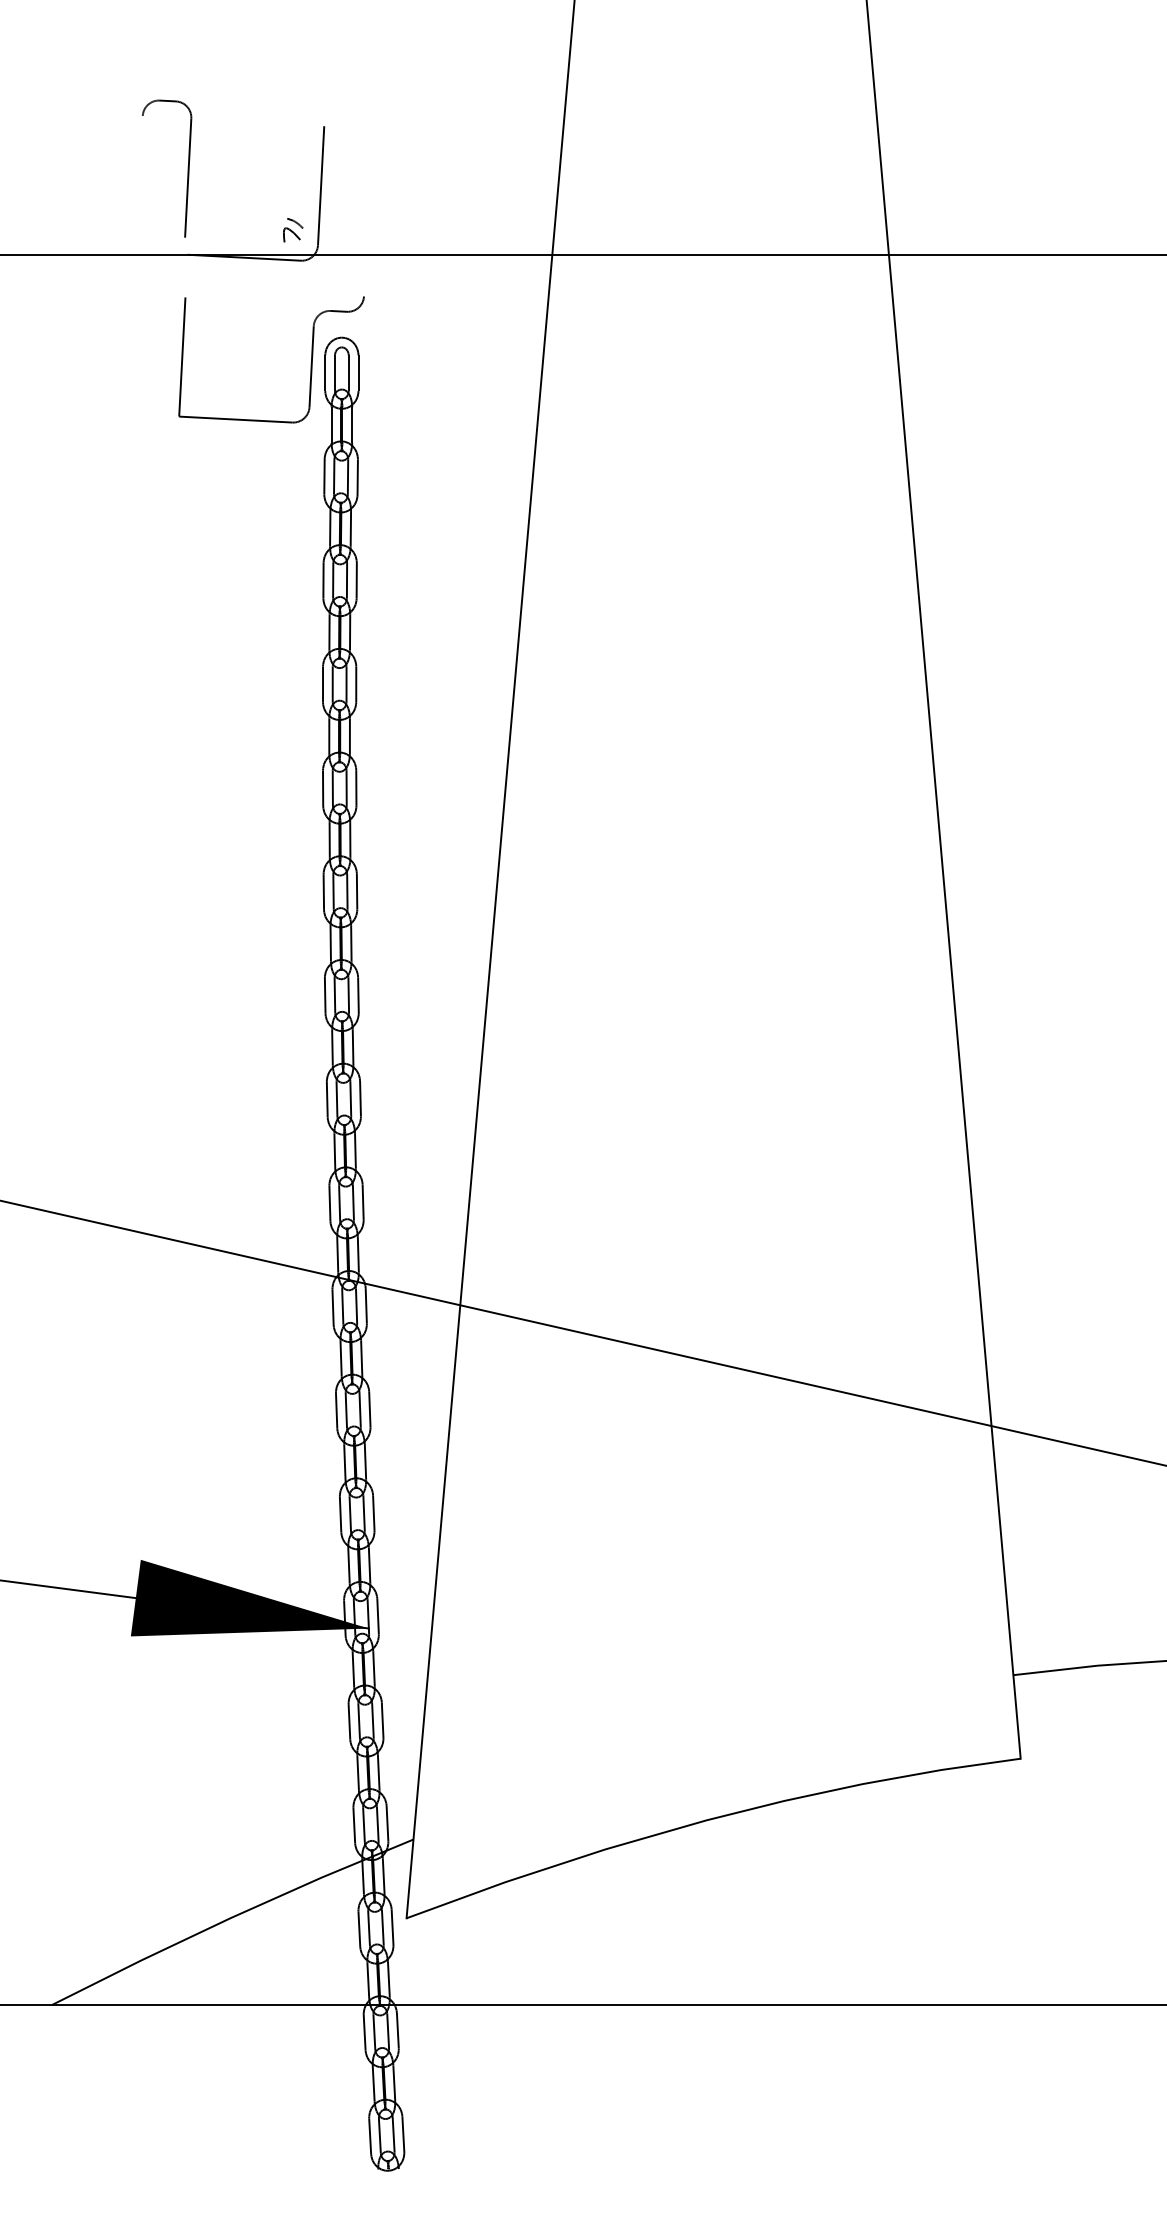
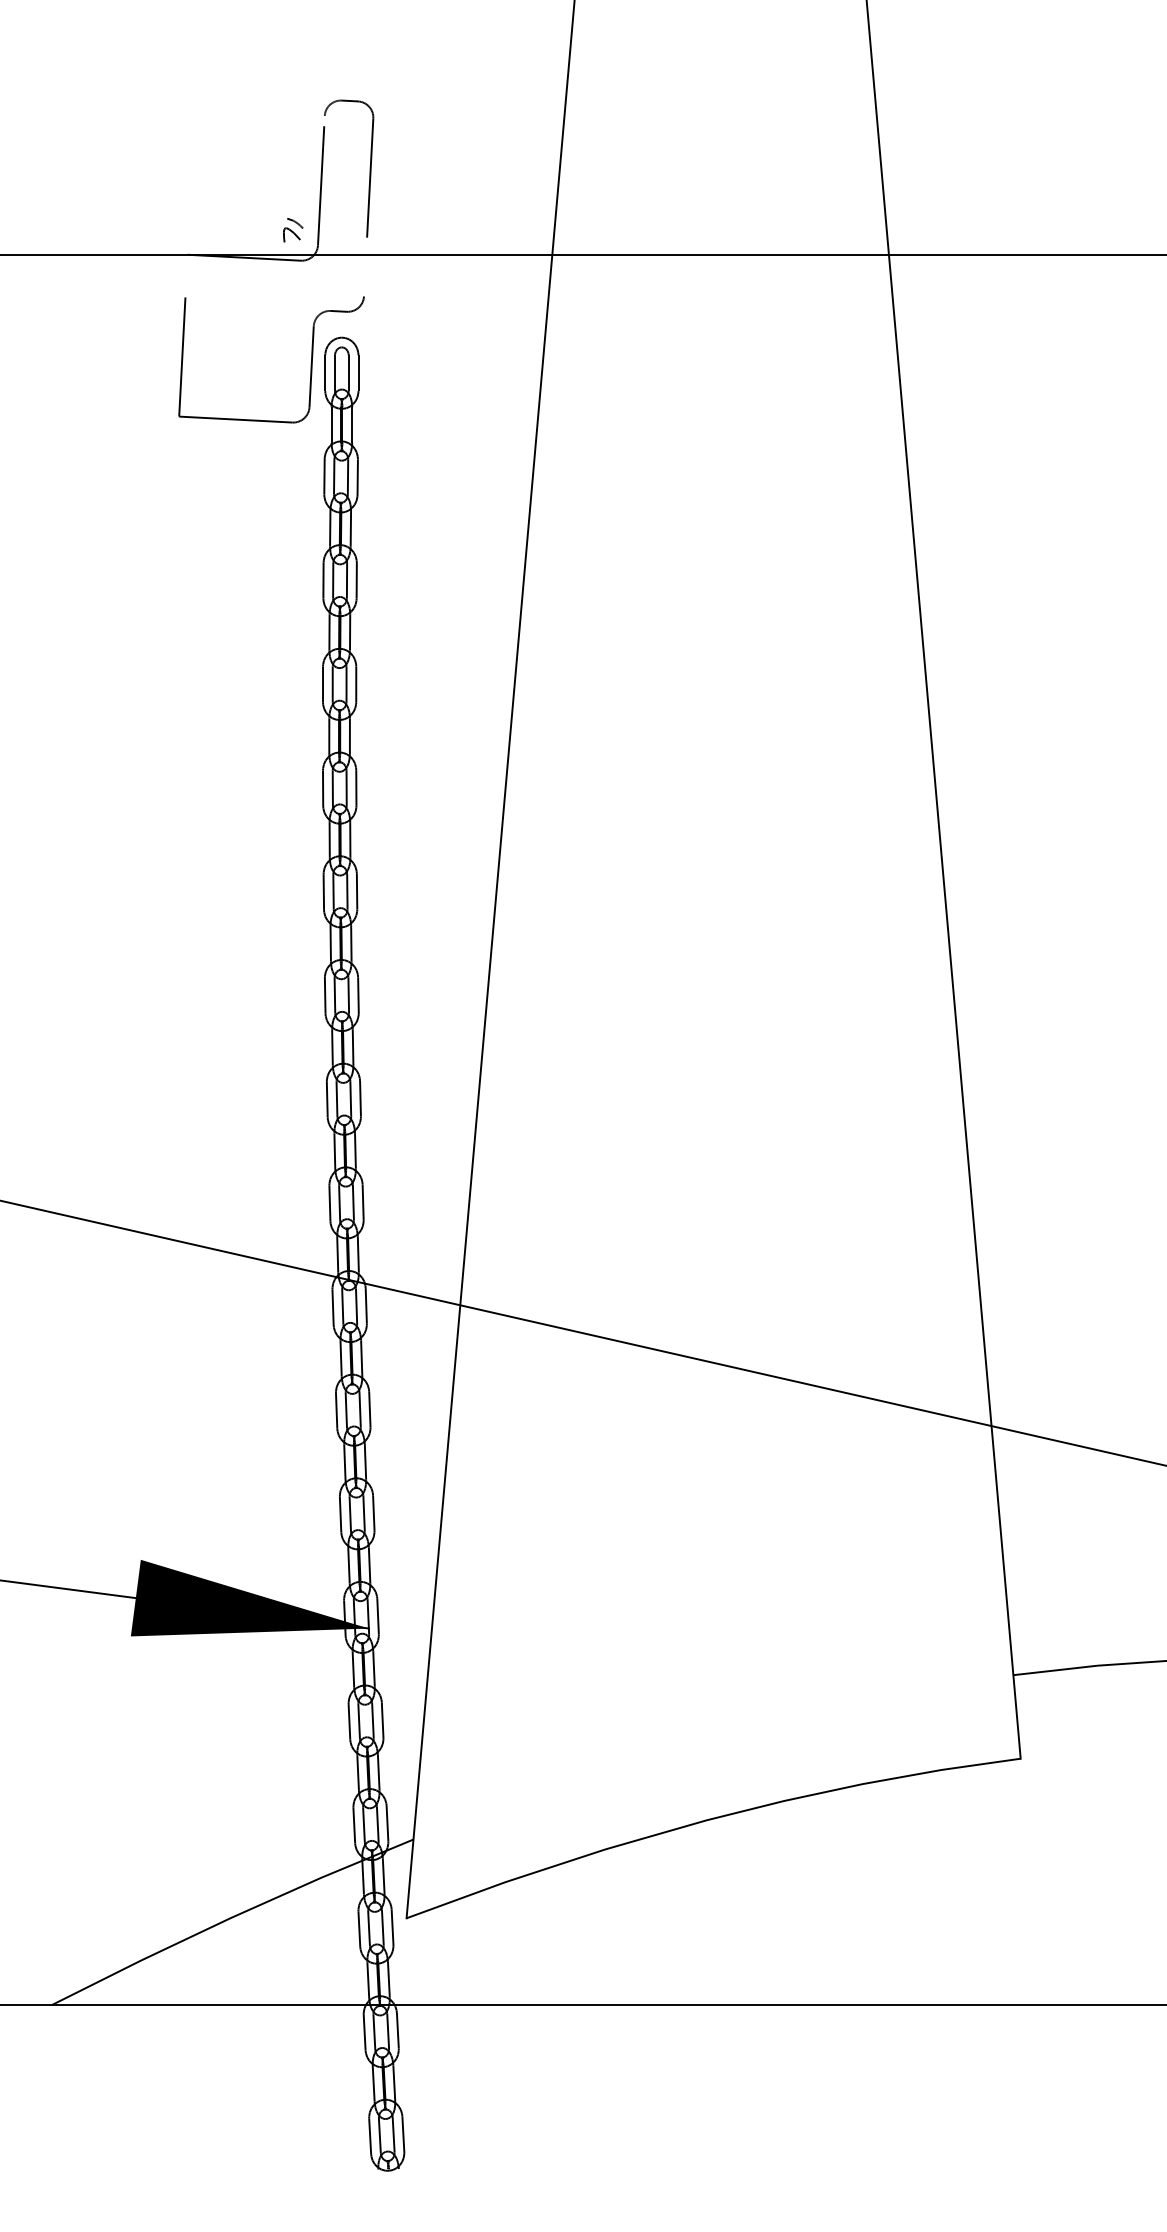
part at (187, 168) position: (187, 168) -> (369, 168)
